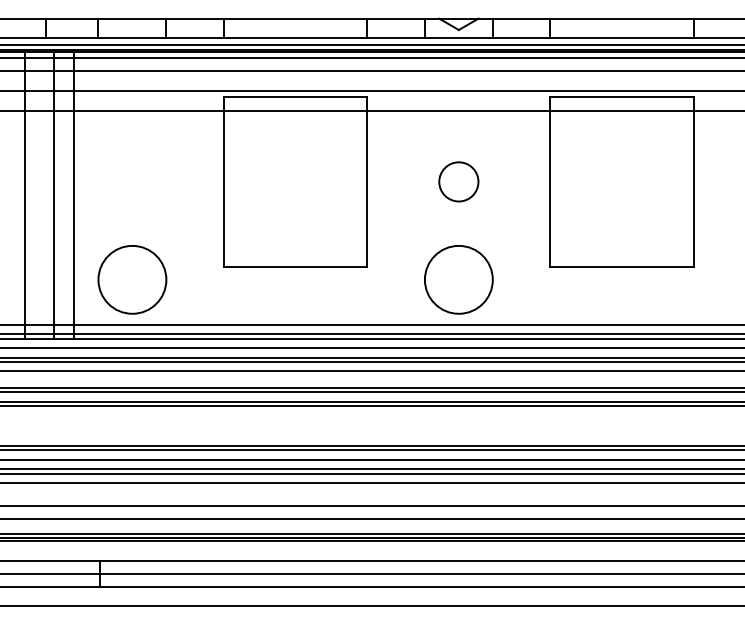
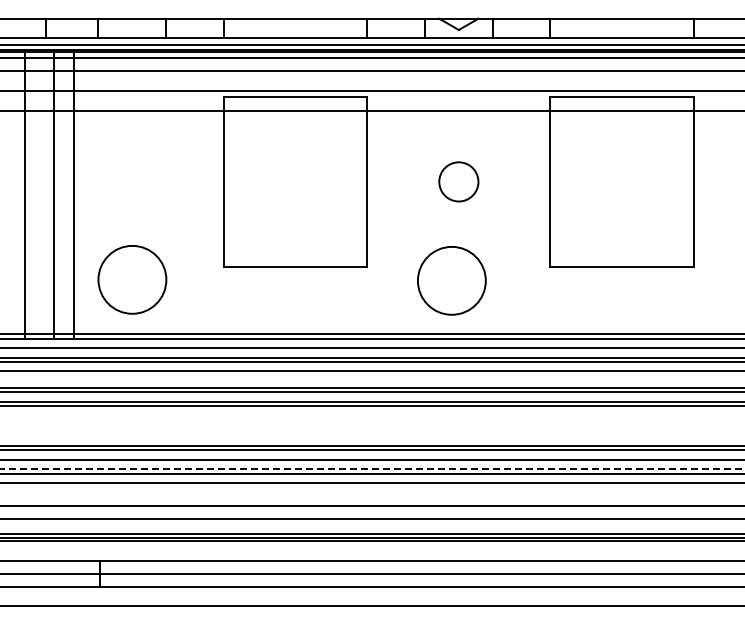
circle at (458, 279) position: (458, 279) -> (451, 280)
line at (371, 325): present -> none
line at (372, 469): solid -> dashed
